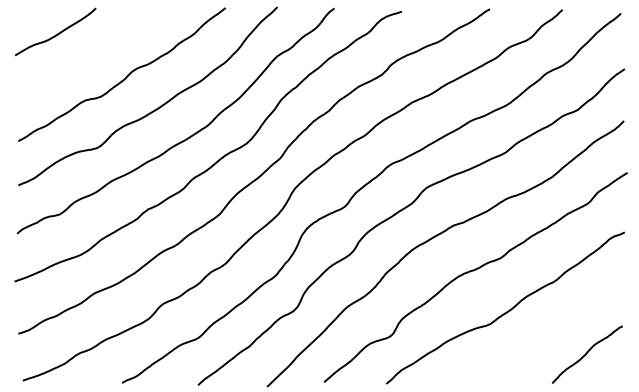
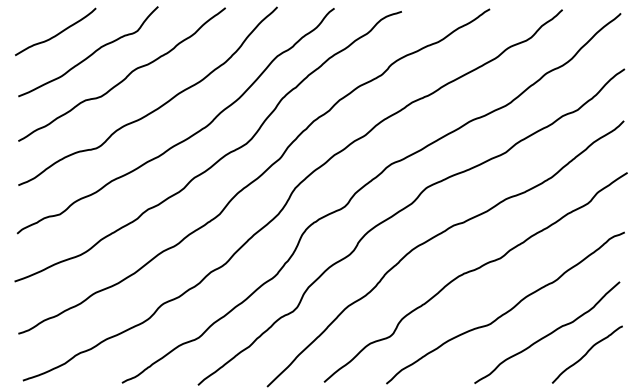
curve at (91, 53): none -> present
curve at (548, 333): none -> present
